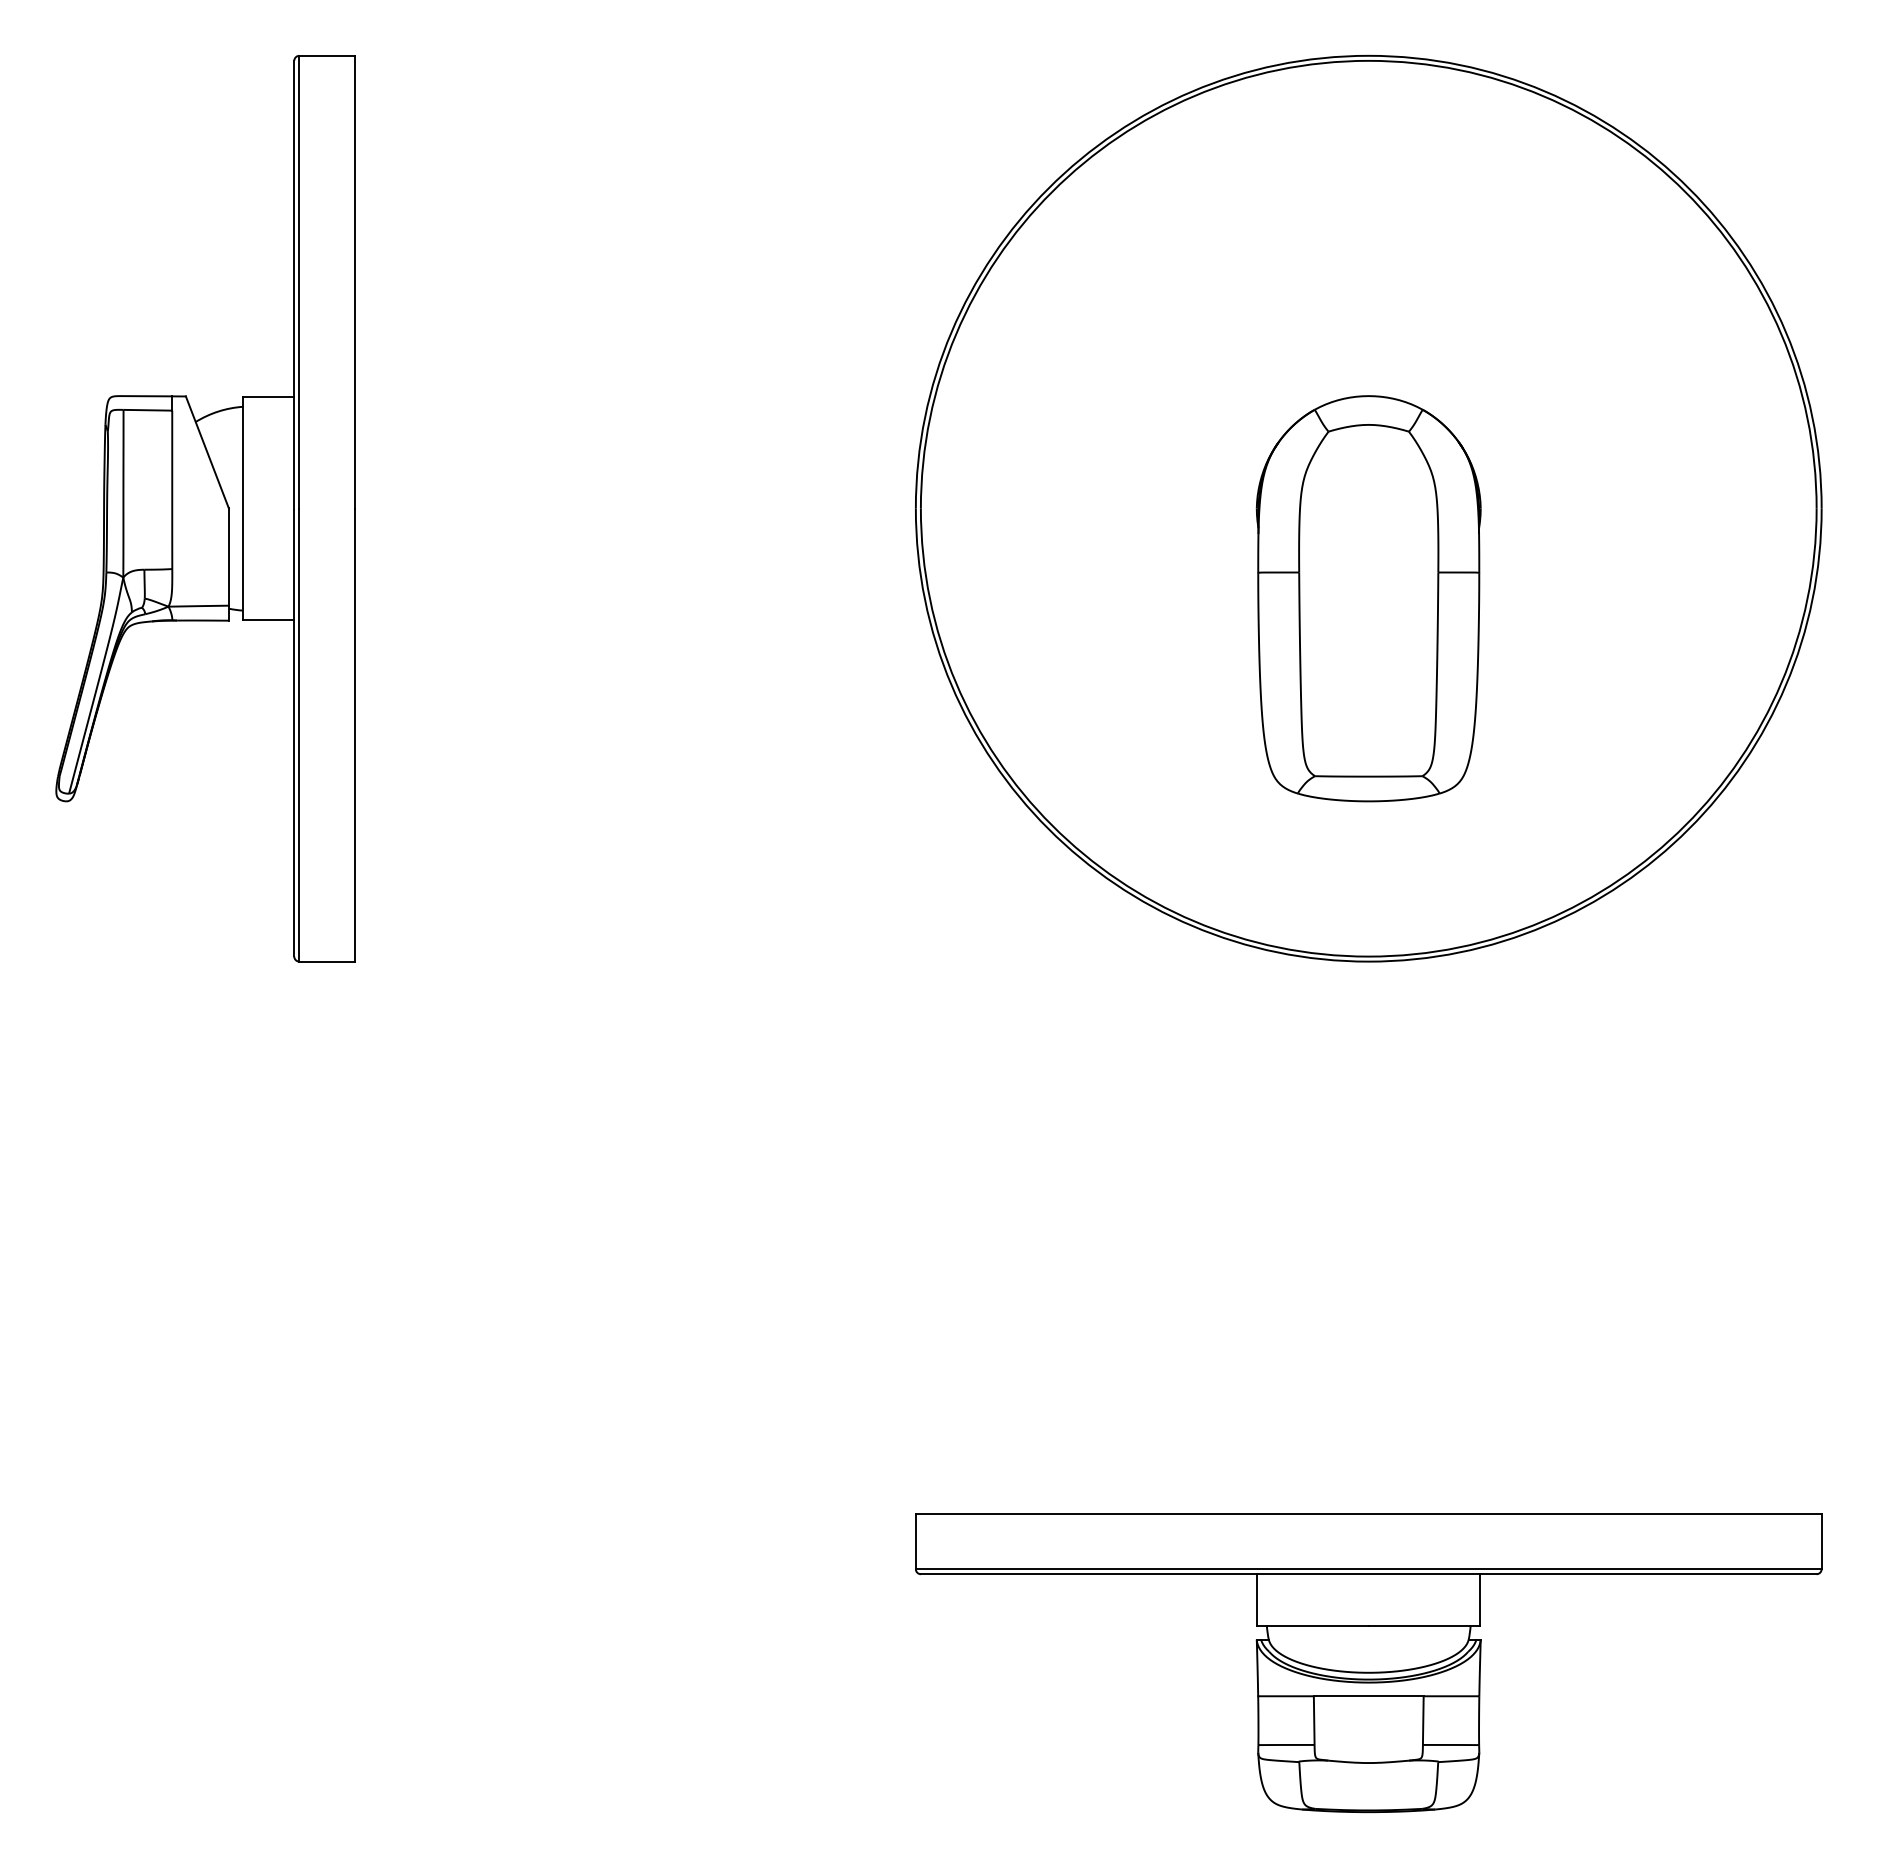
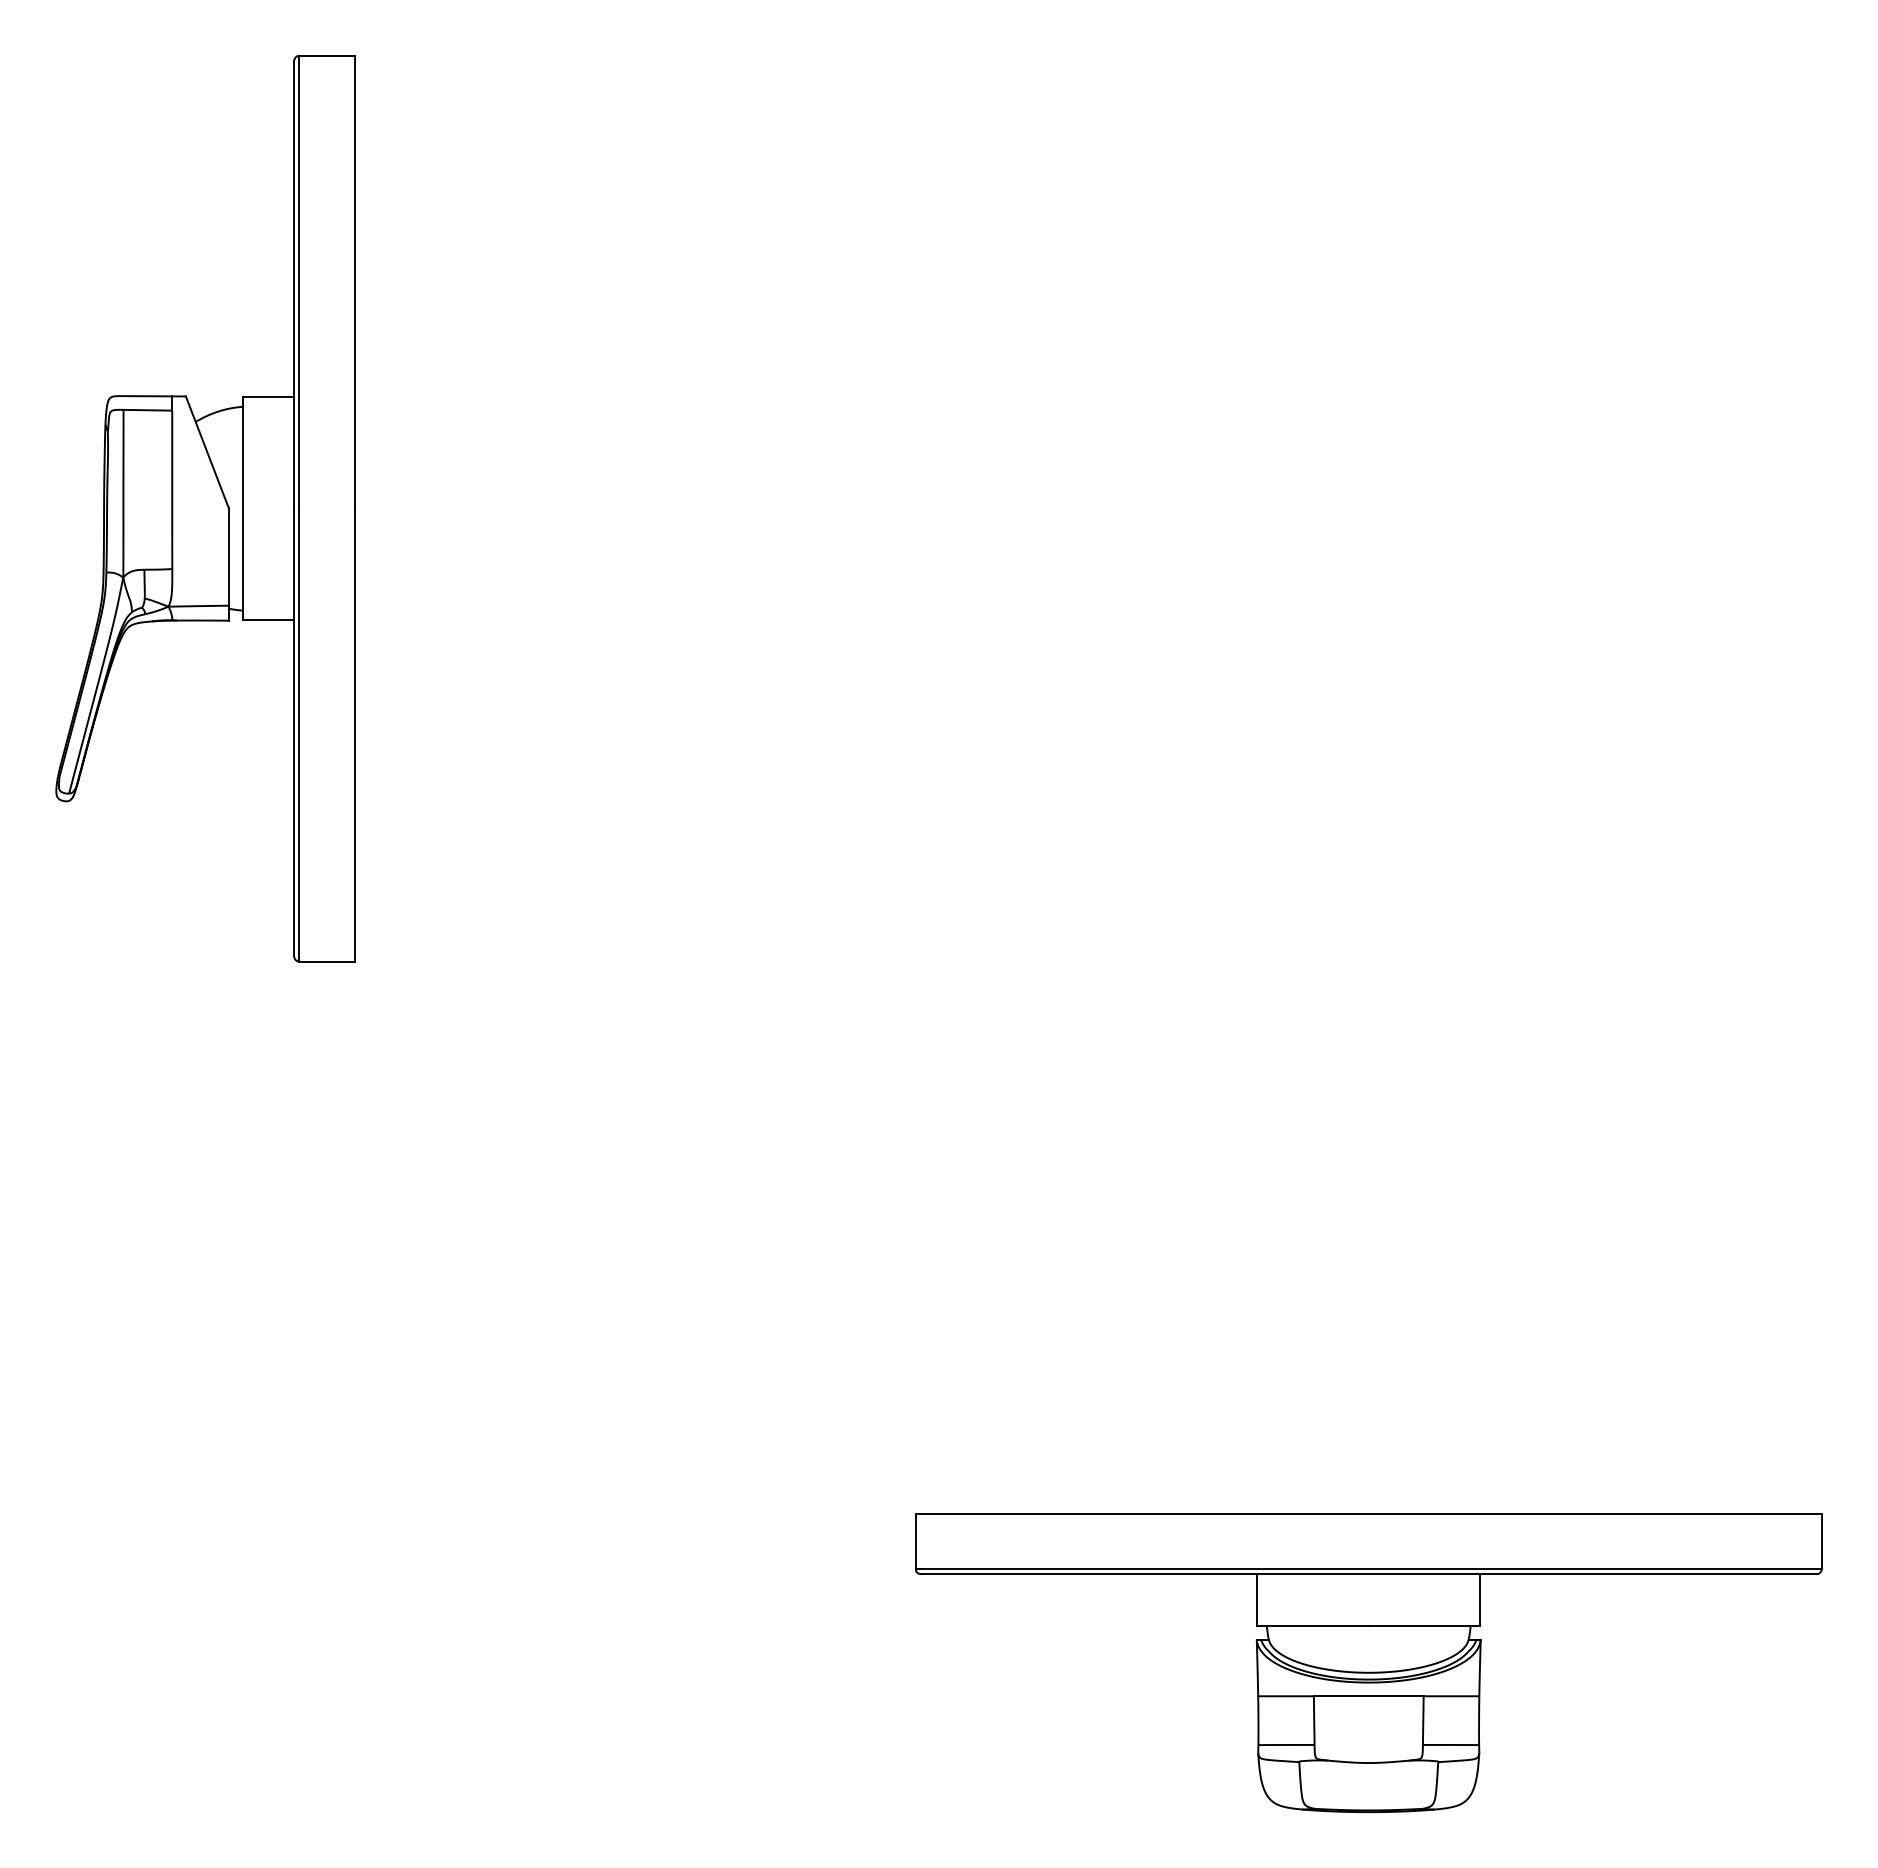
part at (1368, 508): present -> none
